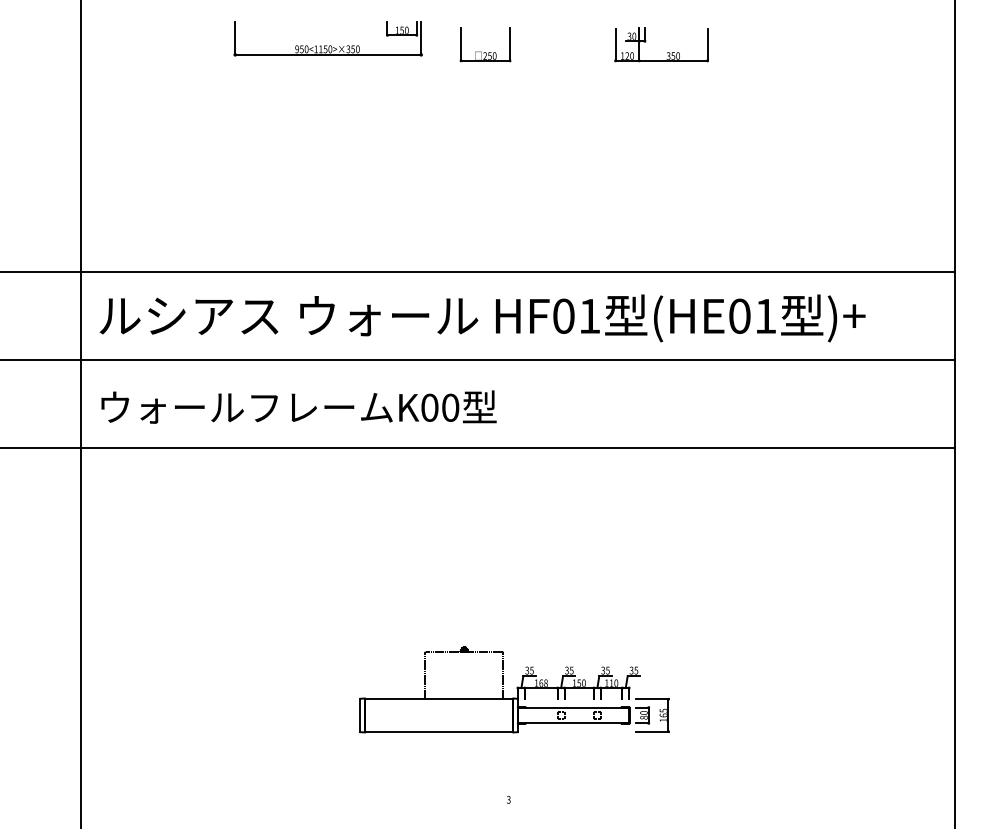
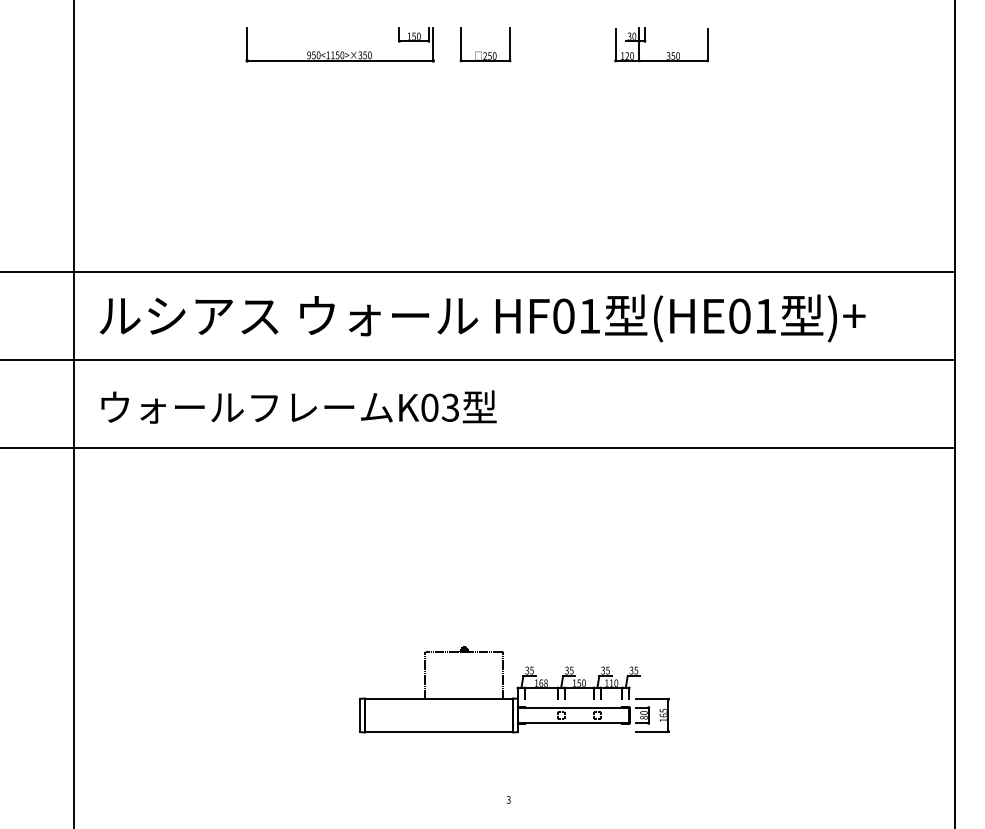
part at (327, 45) position: (327, 45) -> (339, 51)
text at (450, 407): K00 -> K03
line at (81, 413) position: (81, 413) -> (74, 413)
